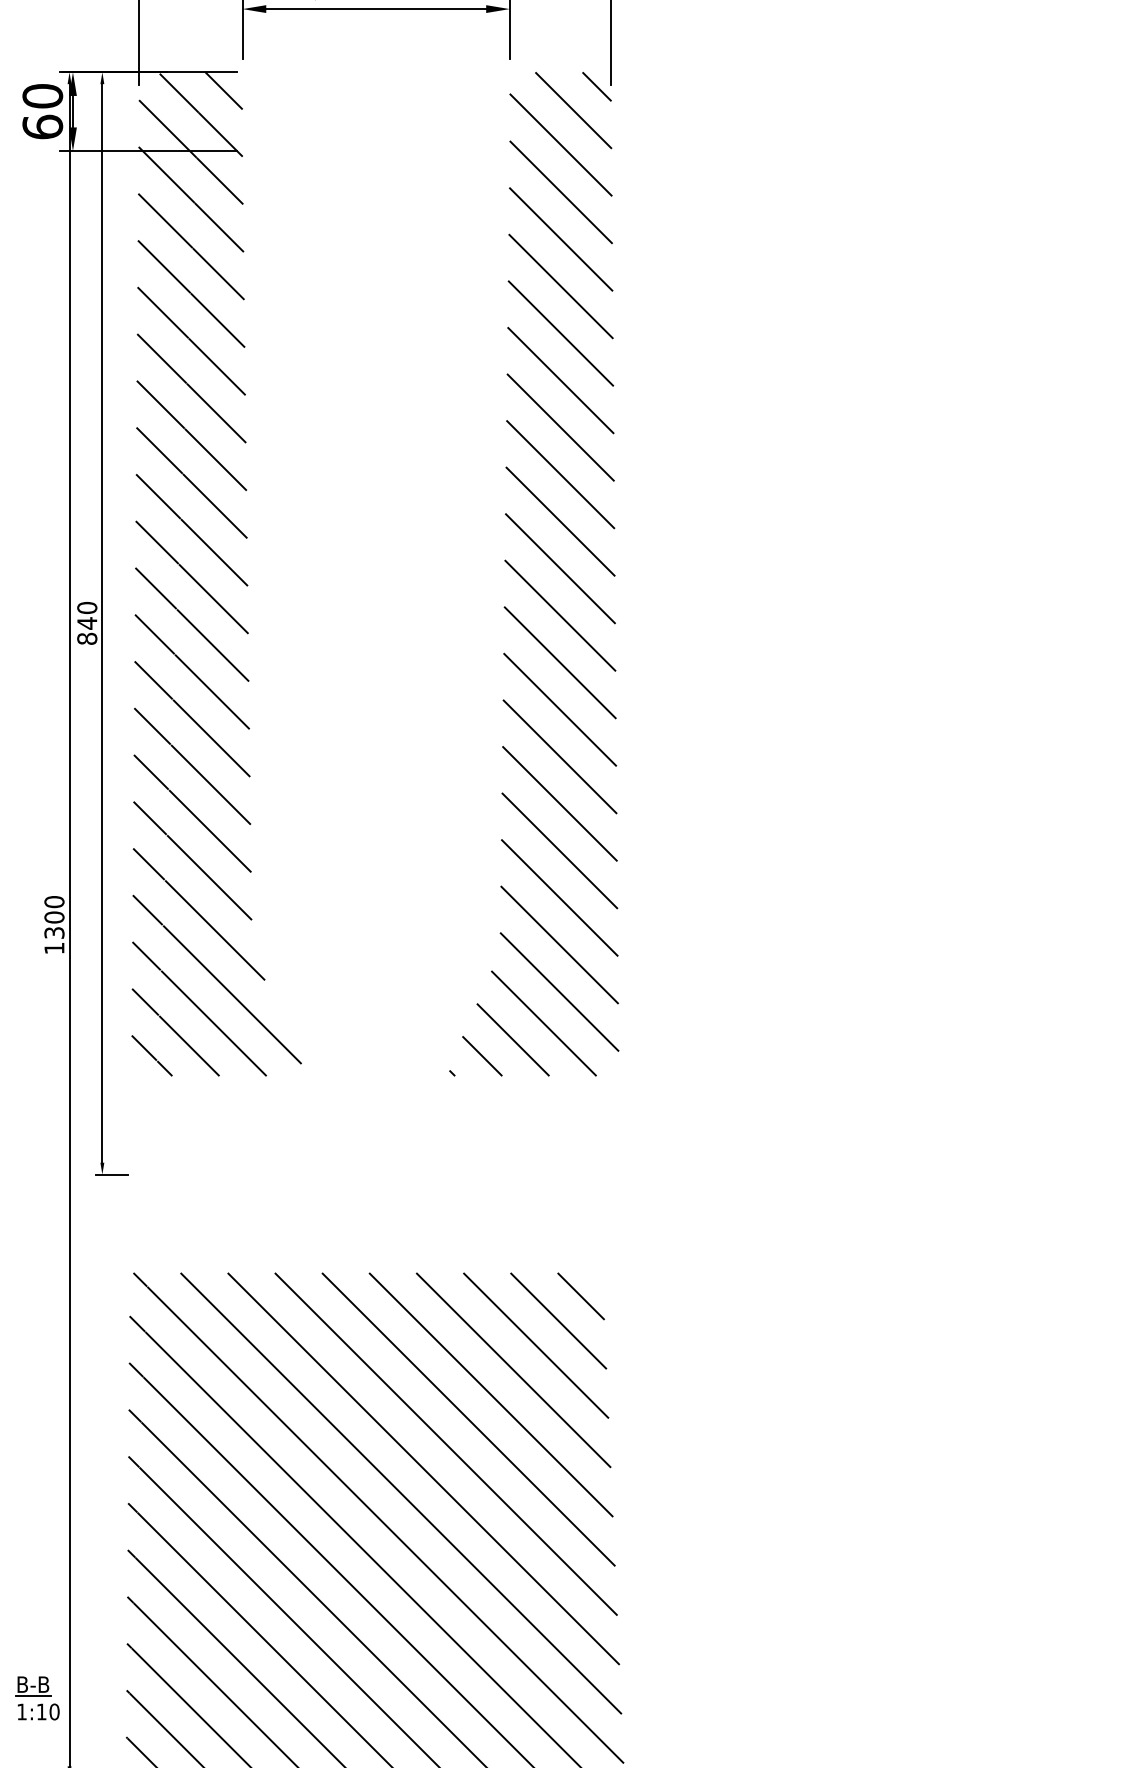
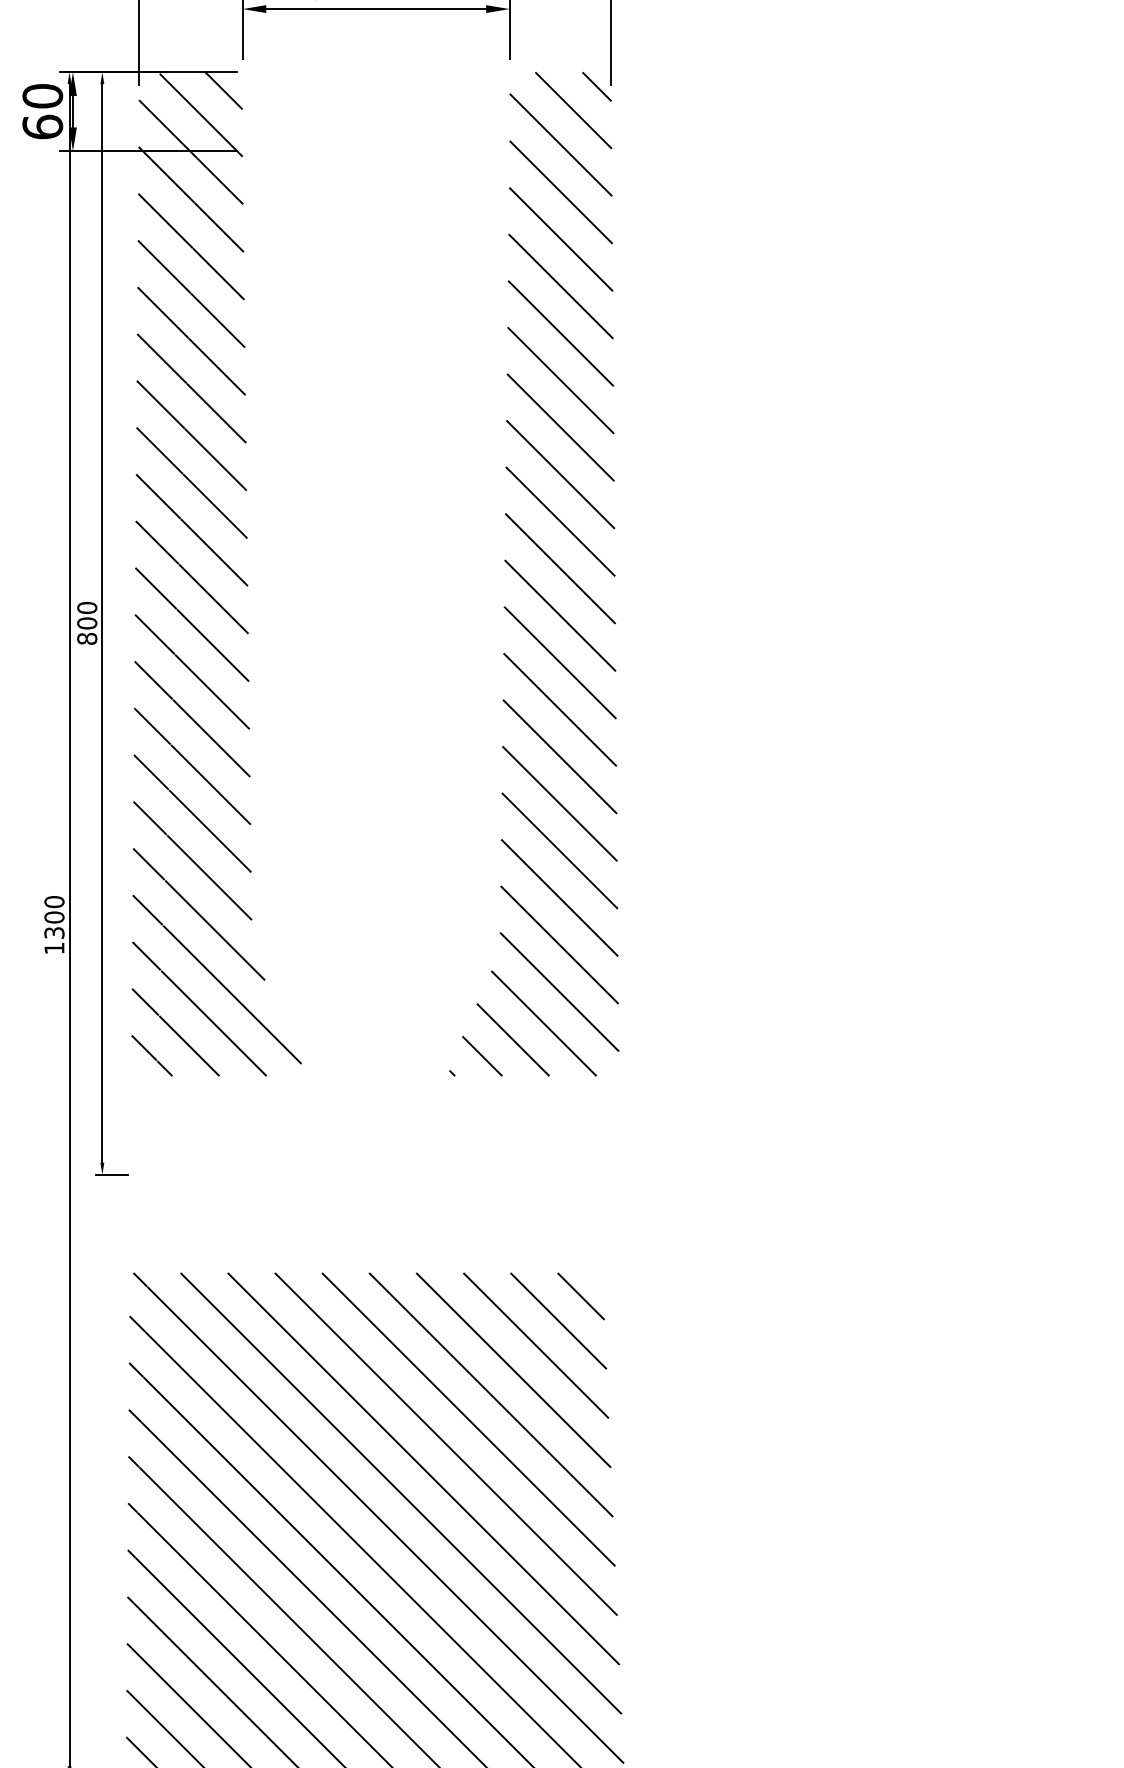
text at (87, 623): 840 -> 800
part at (37, 1698): present -> none
